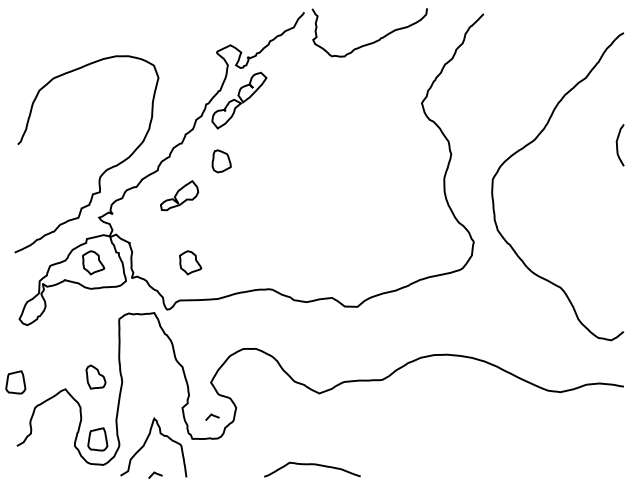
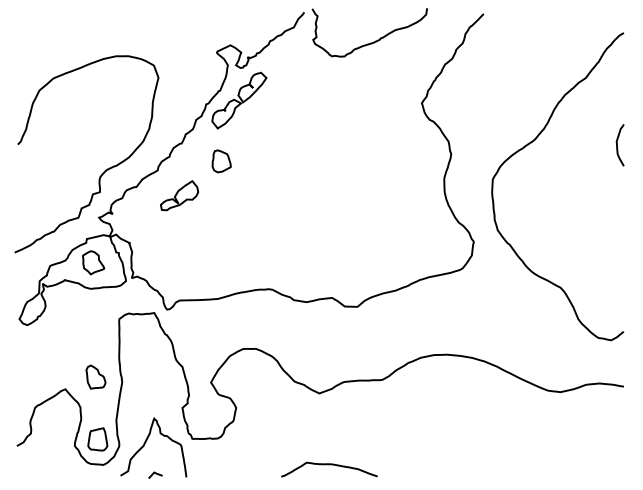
part at (190, 262): present -> none
part at (15, 382): present -> none
line at (212, 416): present -> none
curve at (312, 465) position: (312, 465) -> (329, 465)
